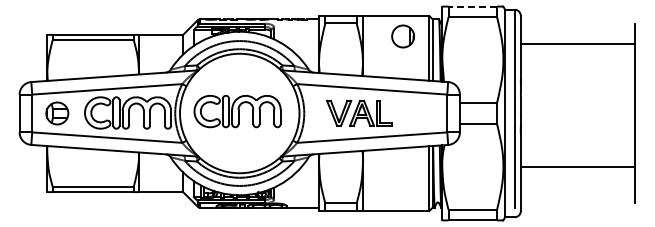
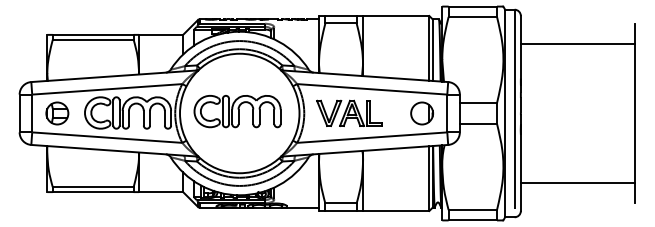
line at (472, 6): dashed -> solid
part at (402, 36) position: (402, 36) -> (421, 113)
part at (359, 112) position: (359, 112) -> (349, 112)
line at (577, 166) position: (577, 166) -> (577, 182)
